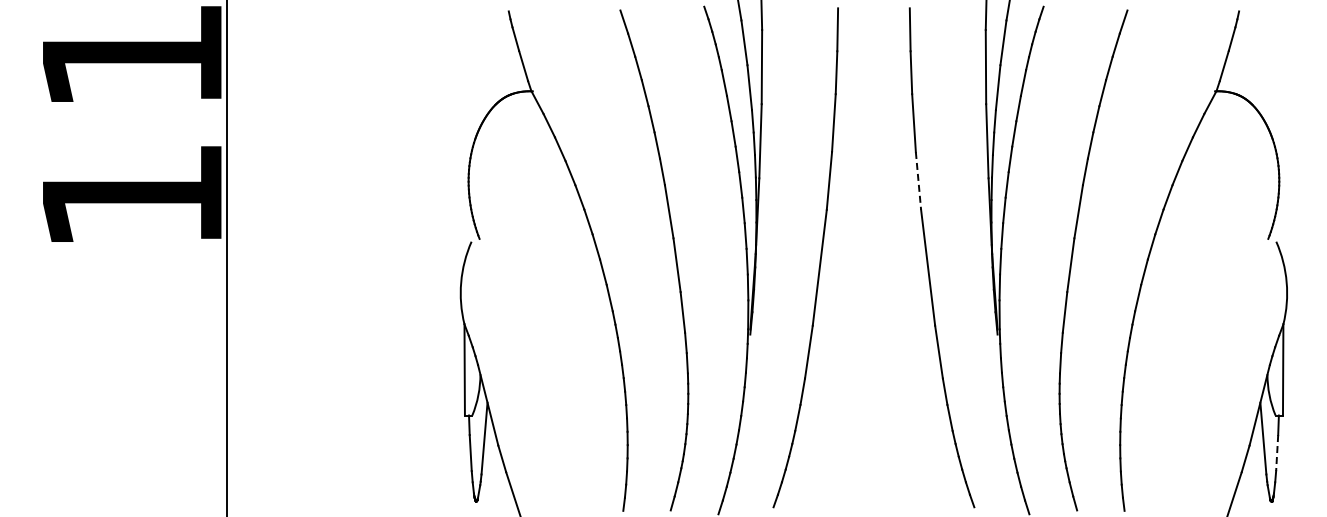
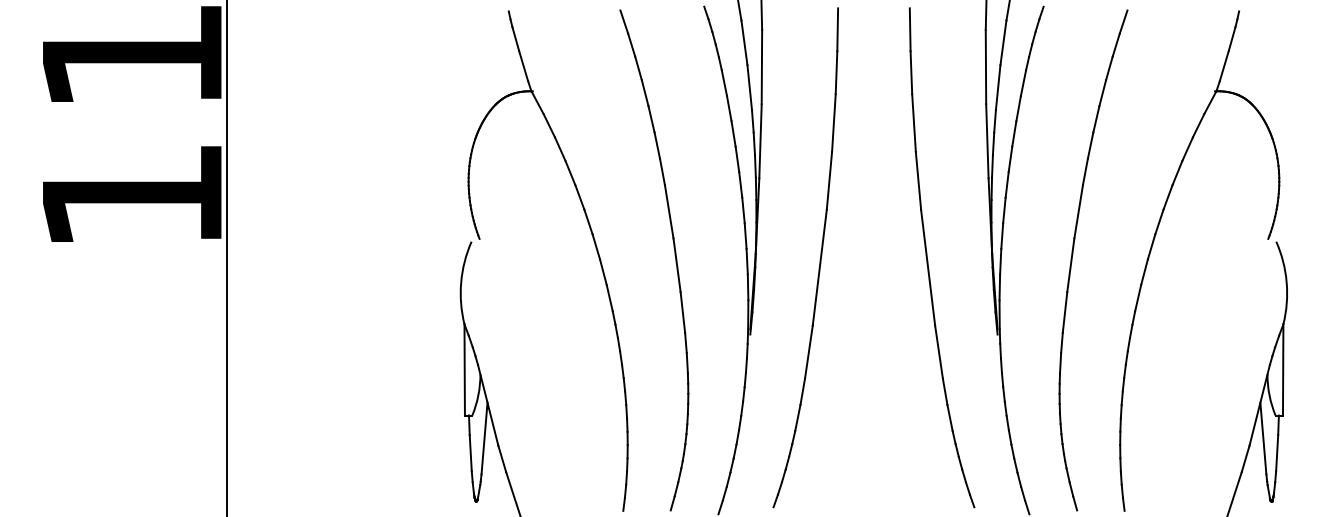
line at (918, 181): dashed -> solid
line at (1277, 453): dashed -> solid
